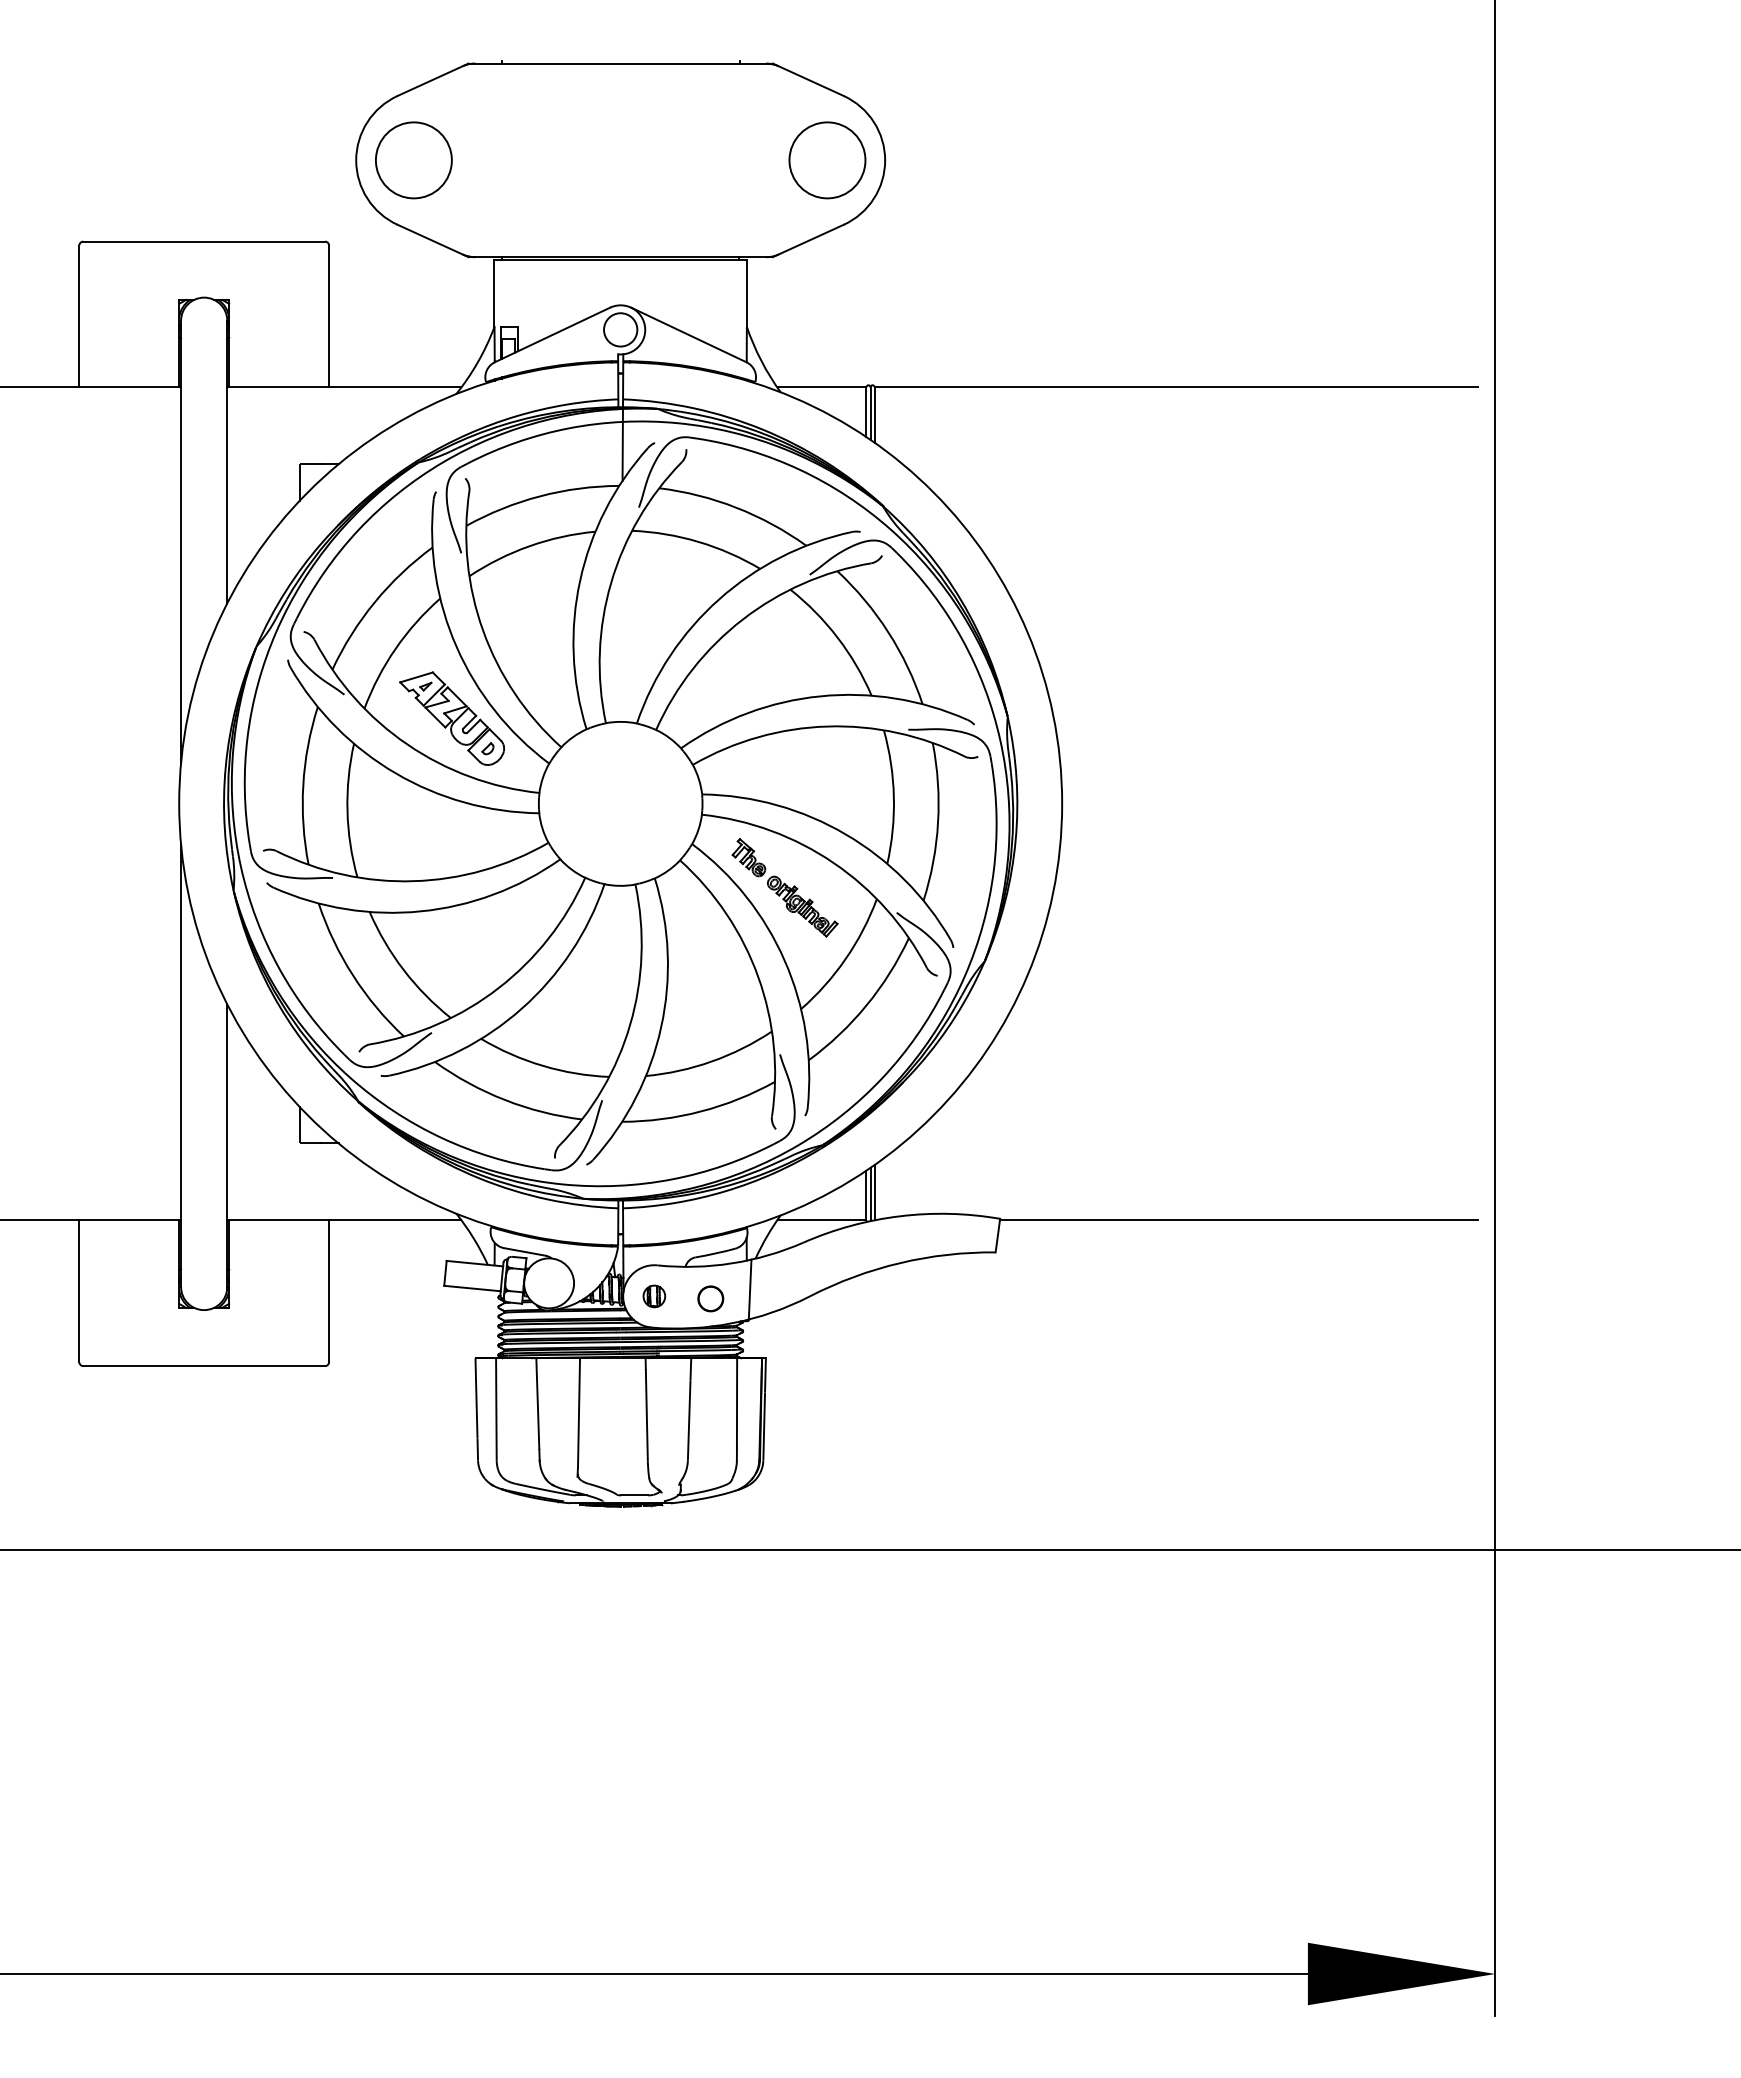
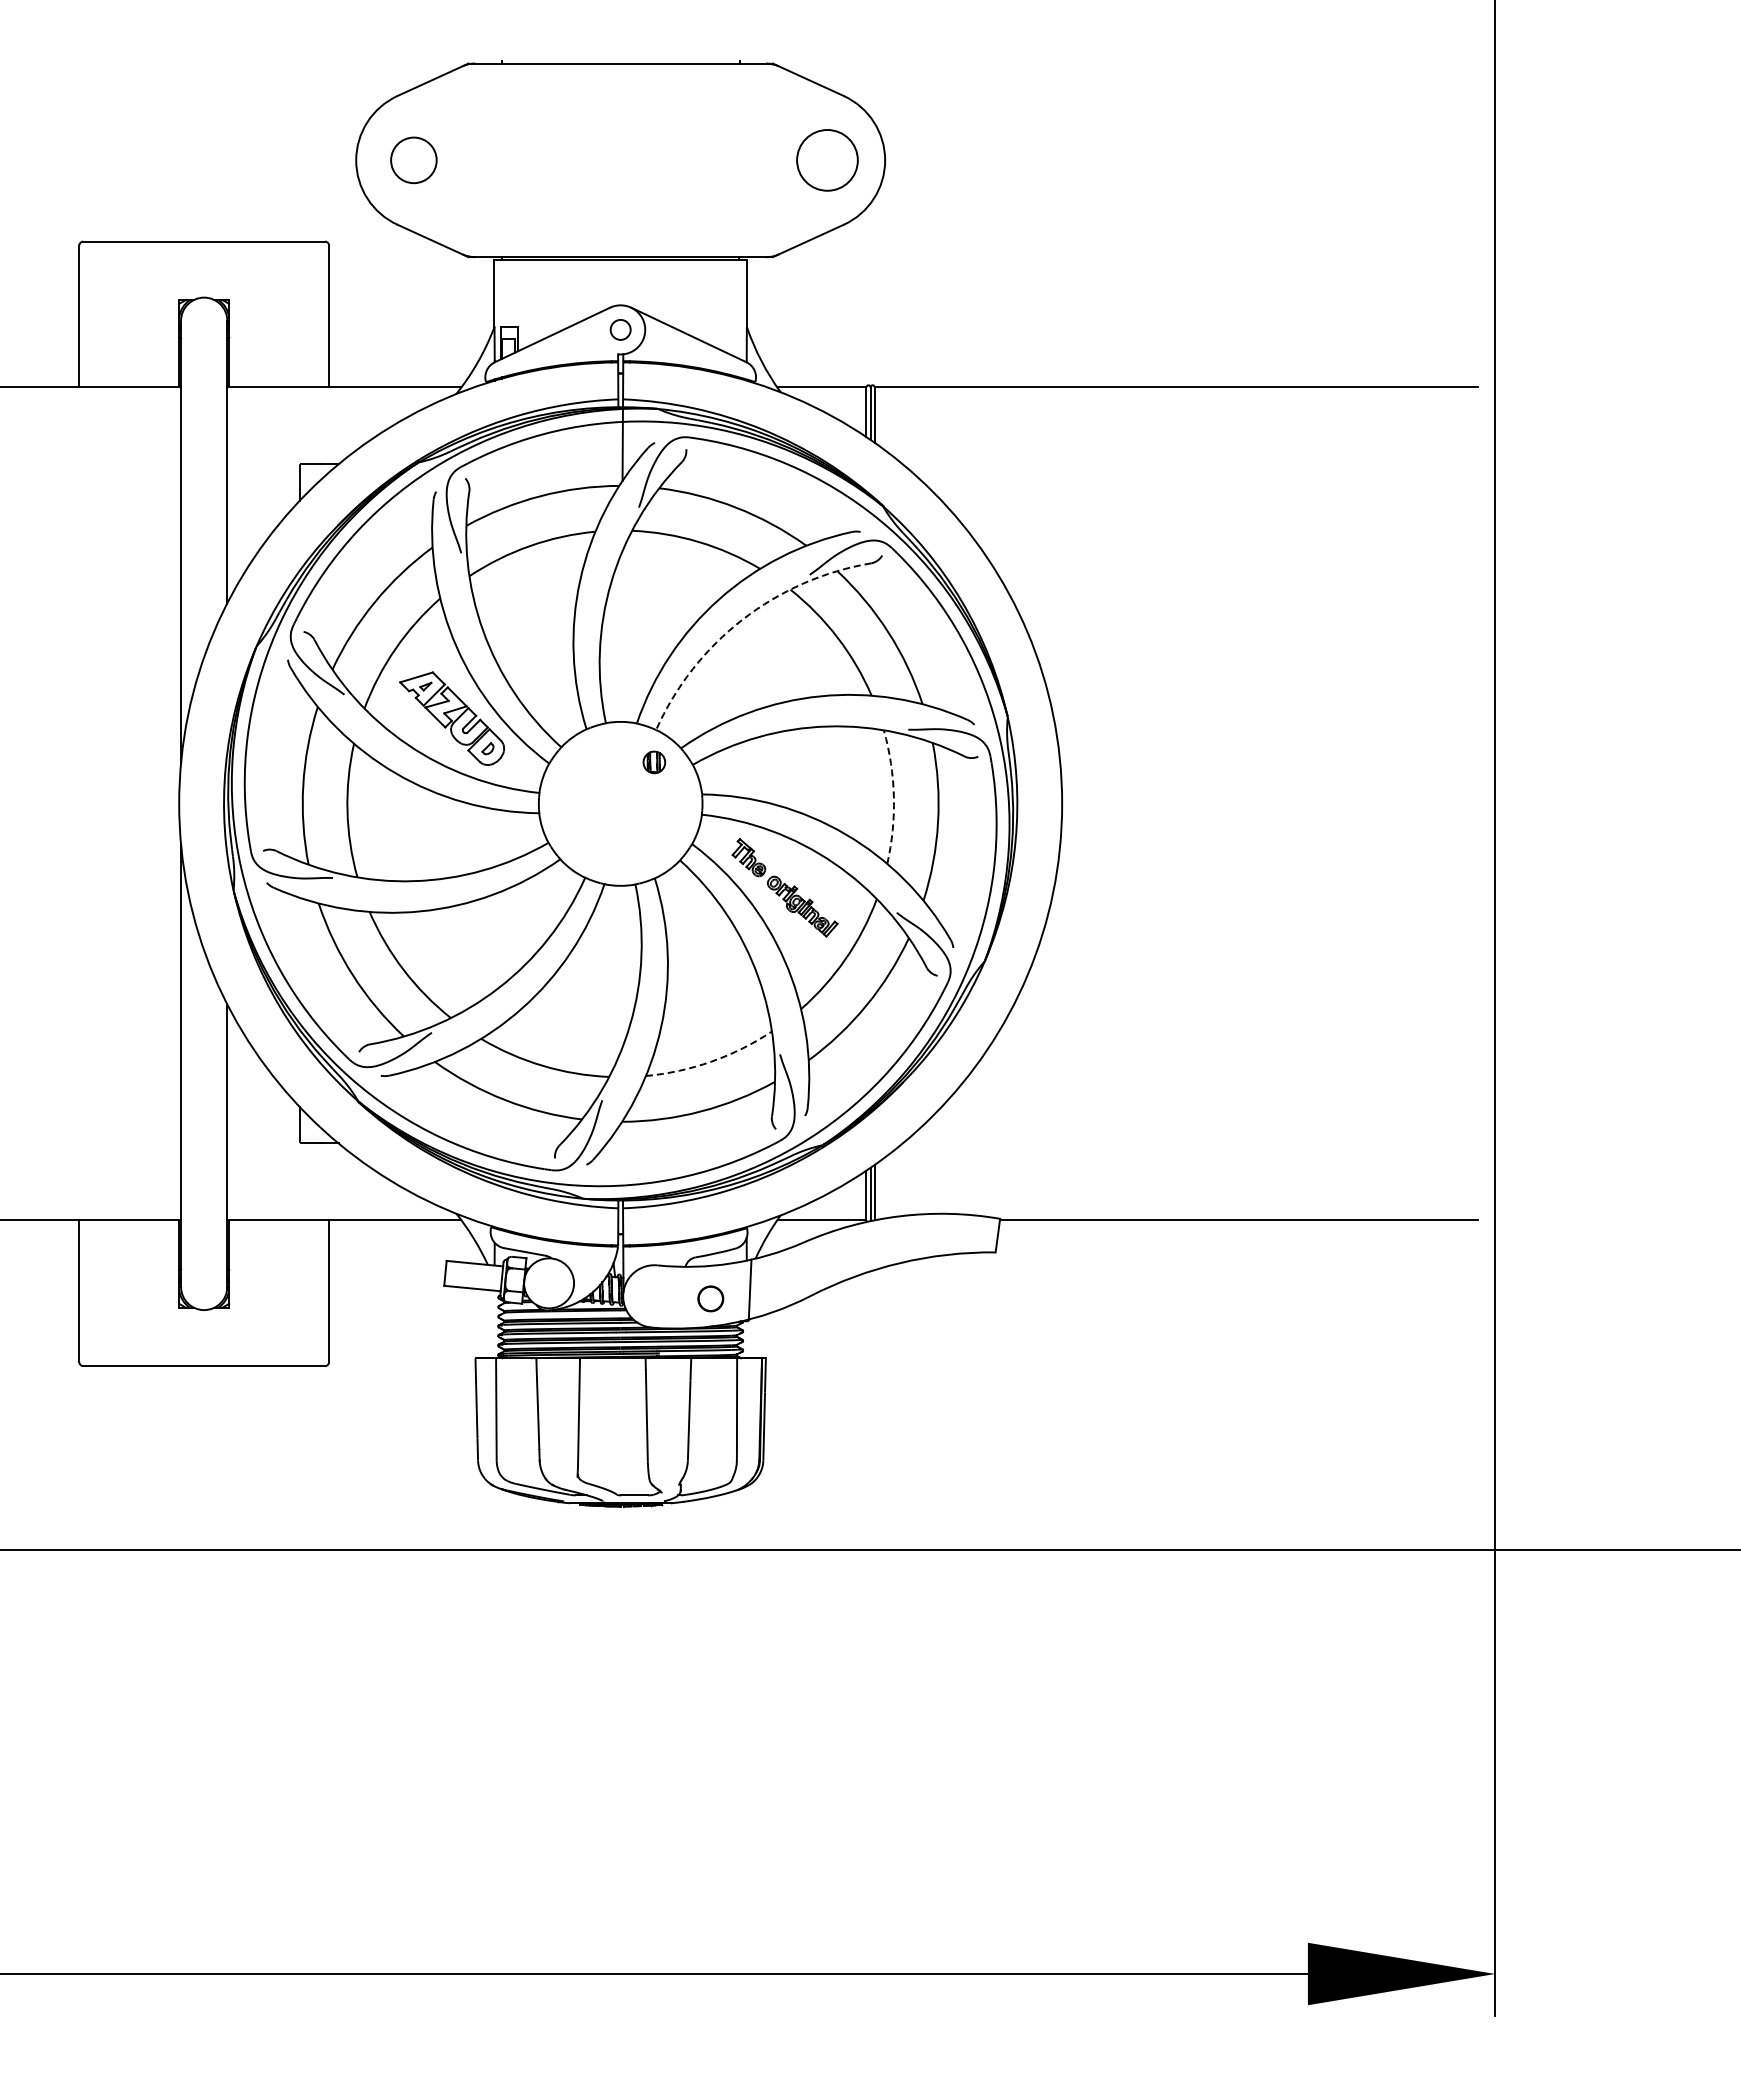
circle at (413, 160) diameter: 76 px -> 46 px
circle at (827, 160) diameter: 76 px -> 61 px
circle at (620, 329) diameter: 33 px -> 20 px
arc at (742, 619): solid -> dashed
arc at (893, 796): solid -> dashed
arc at (711, 1061): solid -> dashed
part at (654, 1296) position: (654, 1296) -> (654, 762)
